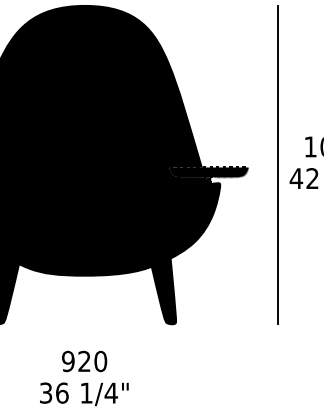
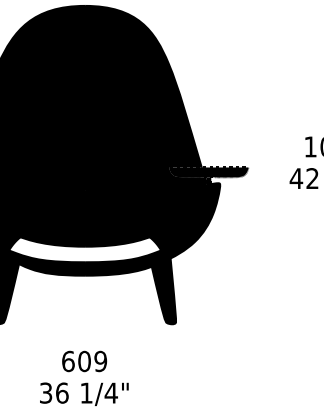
line at (277, 164): present -> none
fill at (85, 249): present -> none
text at (84, 361): 920 -> 609
